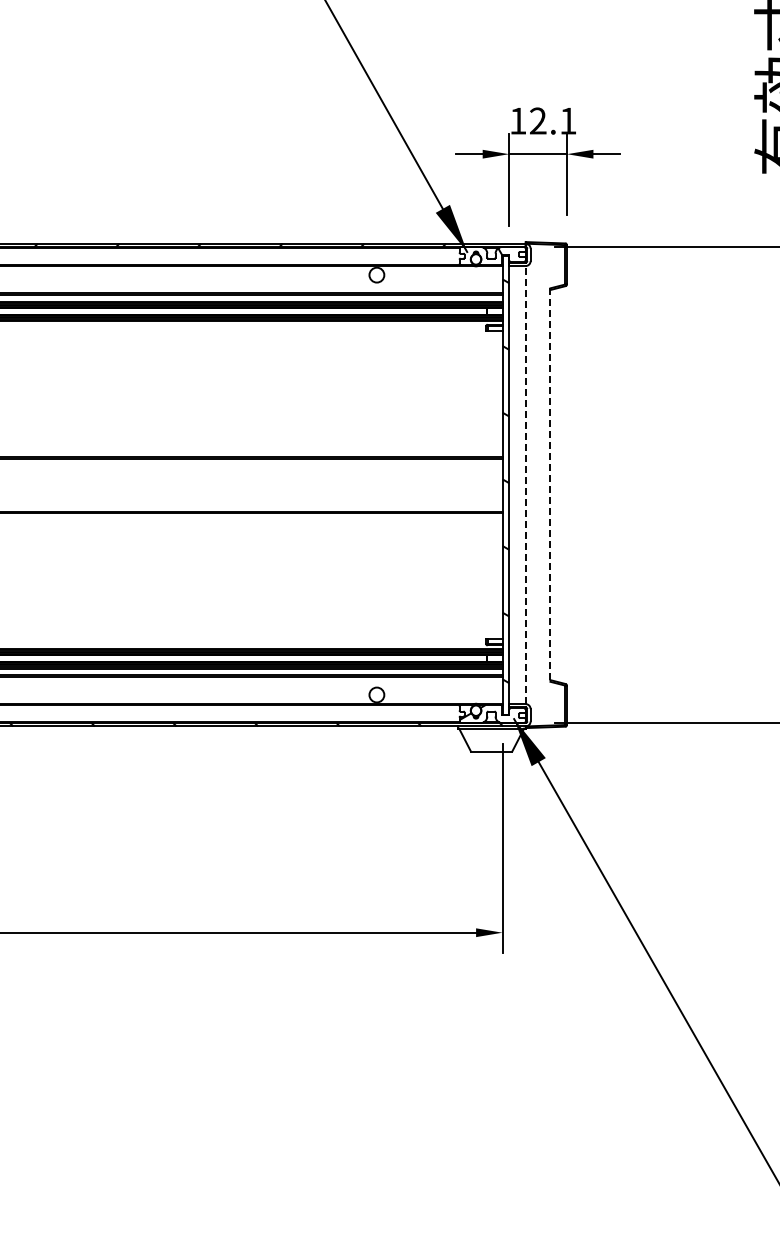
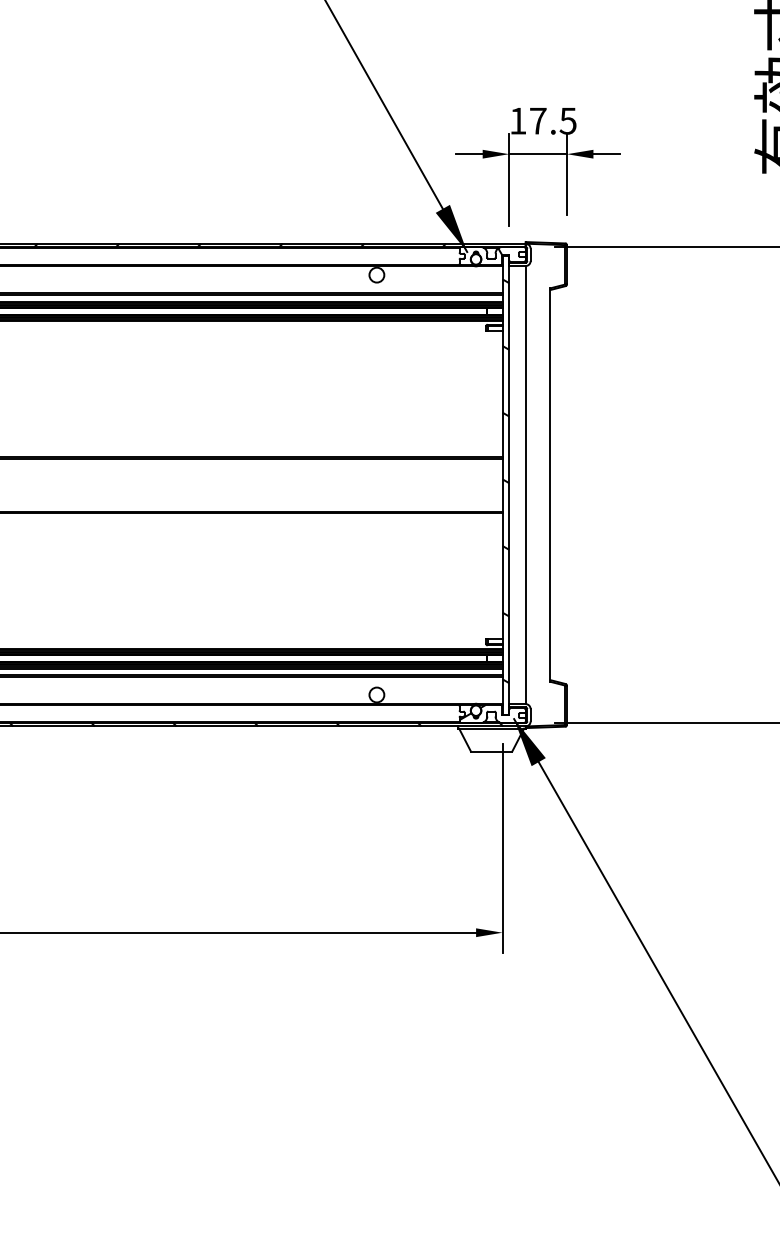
text at (553, 120): 12.1 -> 17.5
line at (525, 484): dashed -> solid
line at (550, 485): dashed -> solid
